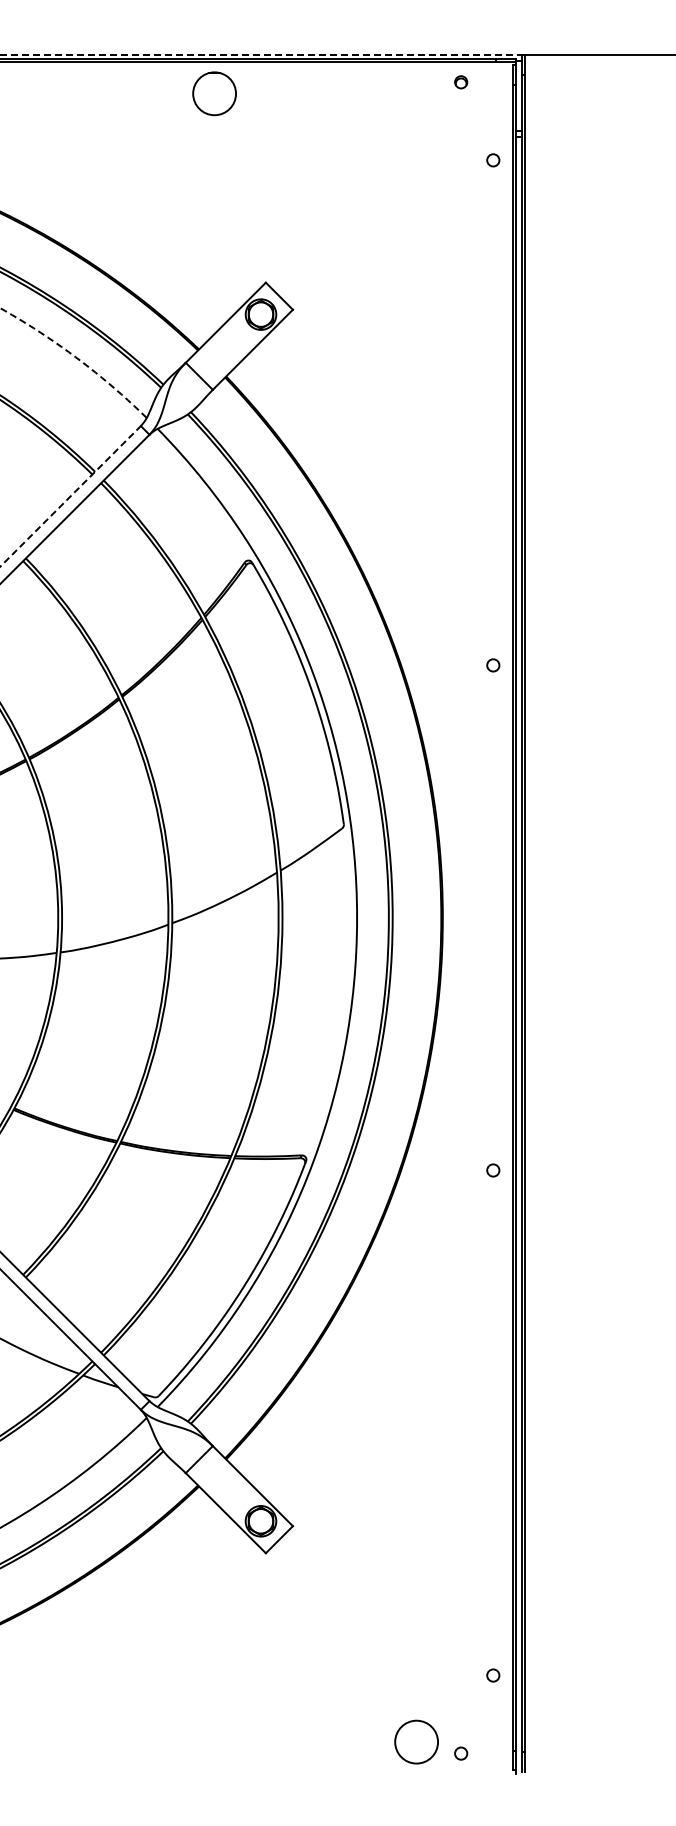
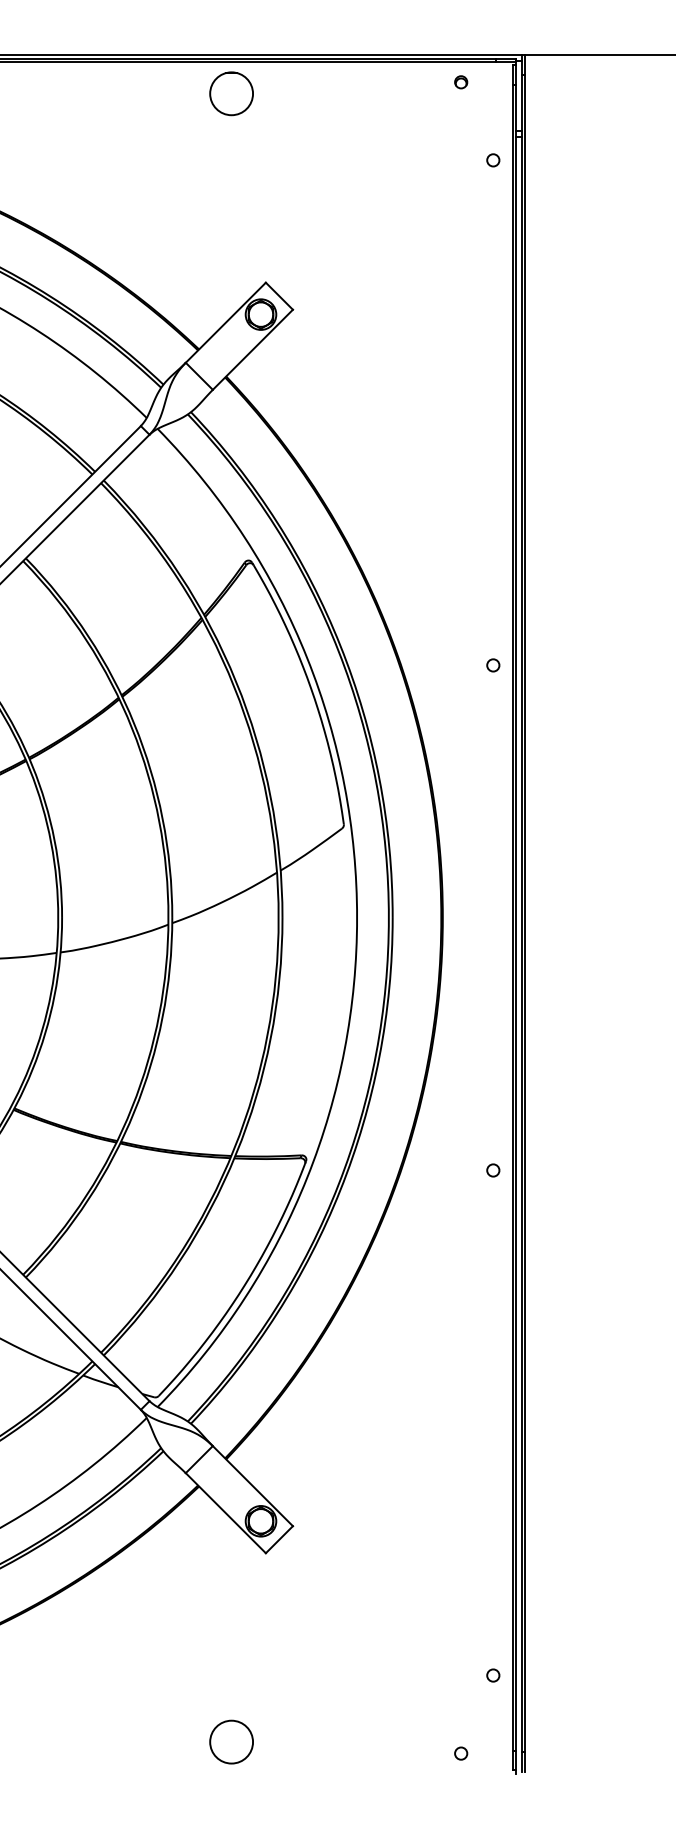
line at (261, 54): dashed -> solid
part at (214, 93) position: (214, 93) -> (231, 93)
arc at (78, 359): dashed -> solid
line at (71, 495): dashed -> solid
circle at (416, 1741) position: (416, 1741) -> (231, 1741)
